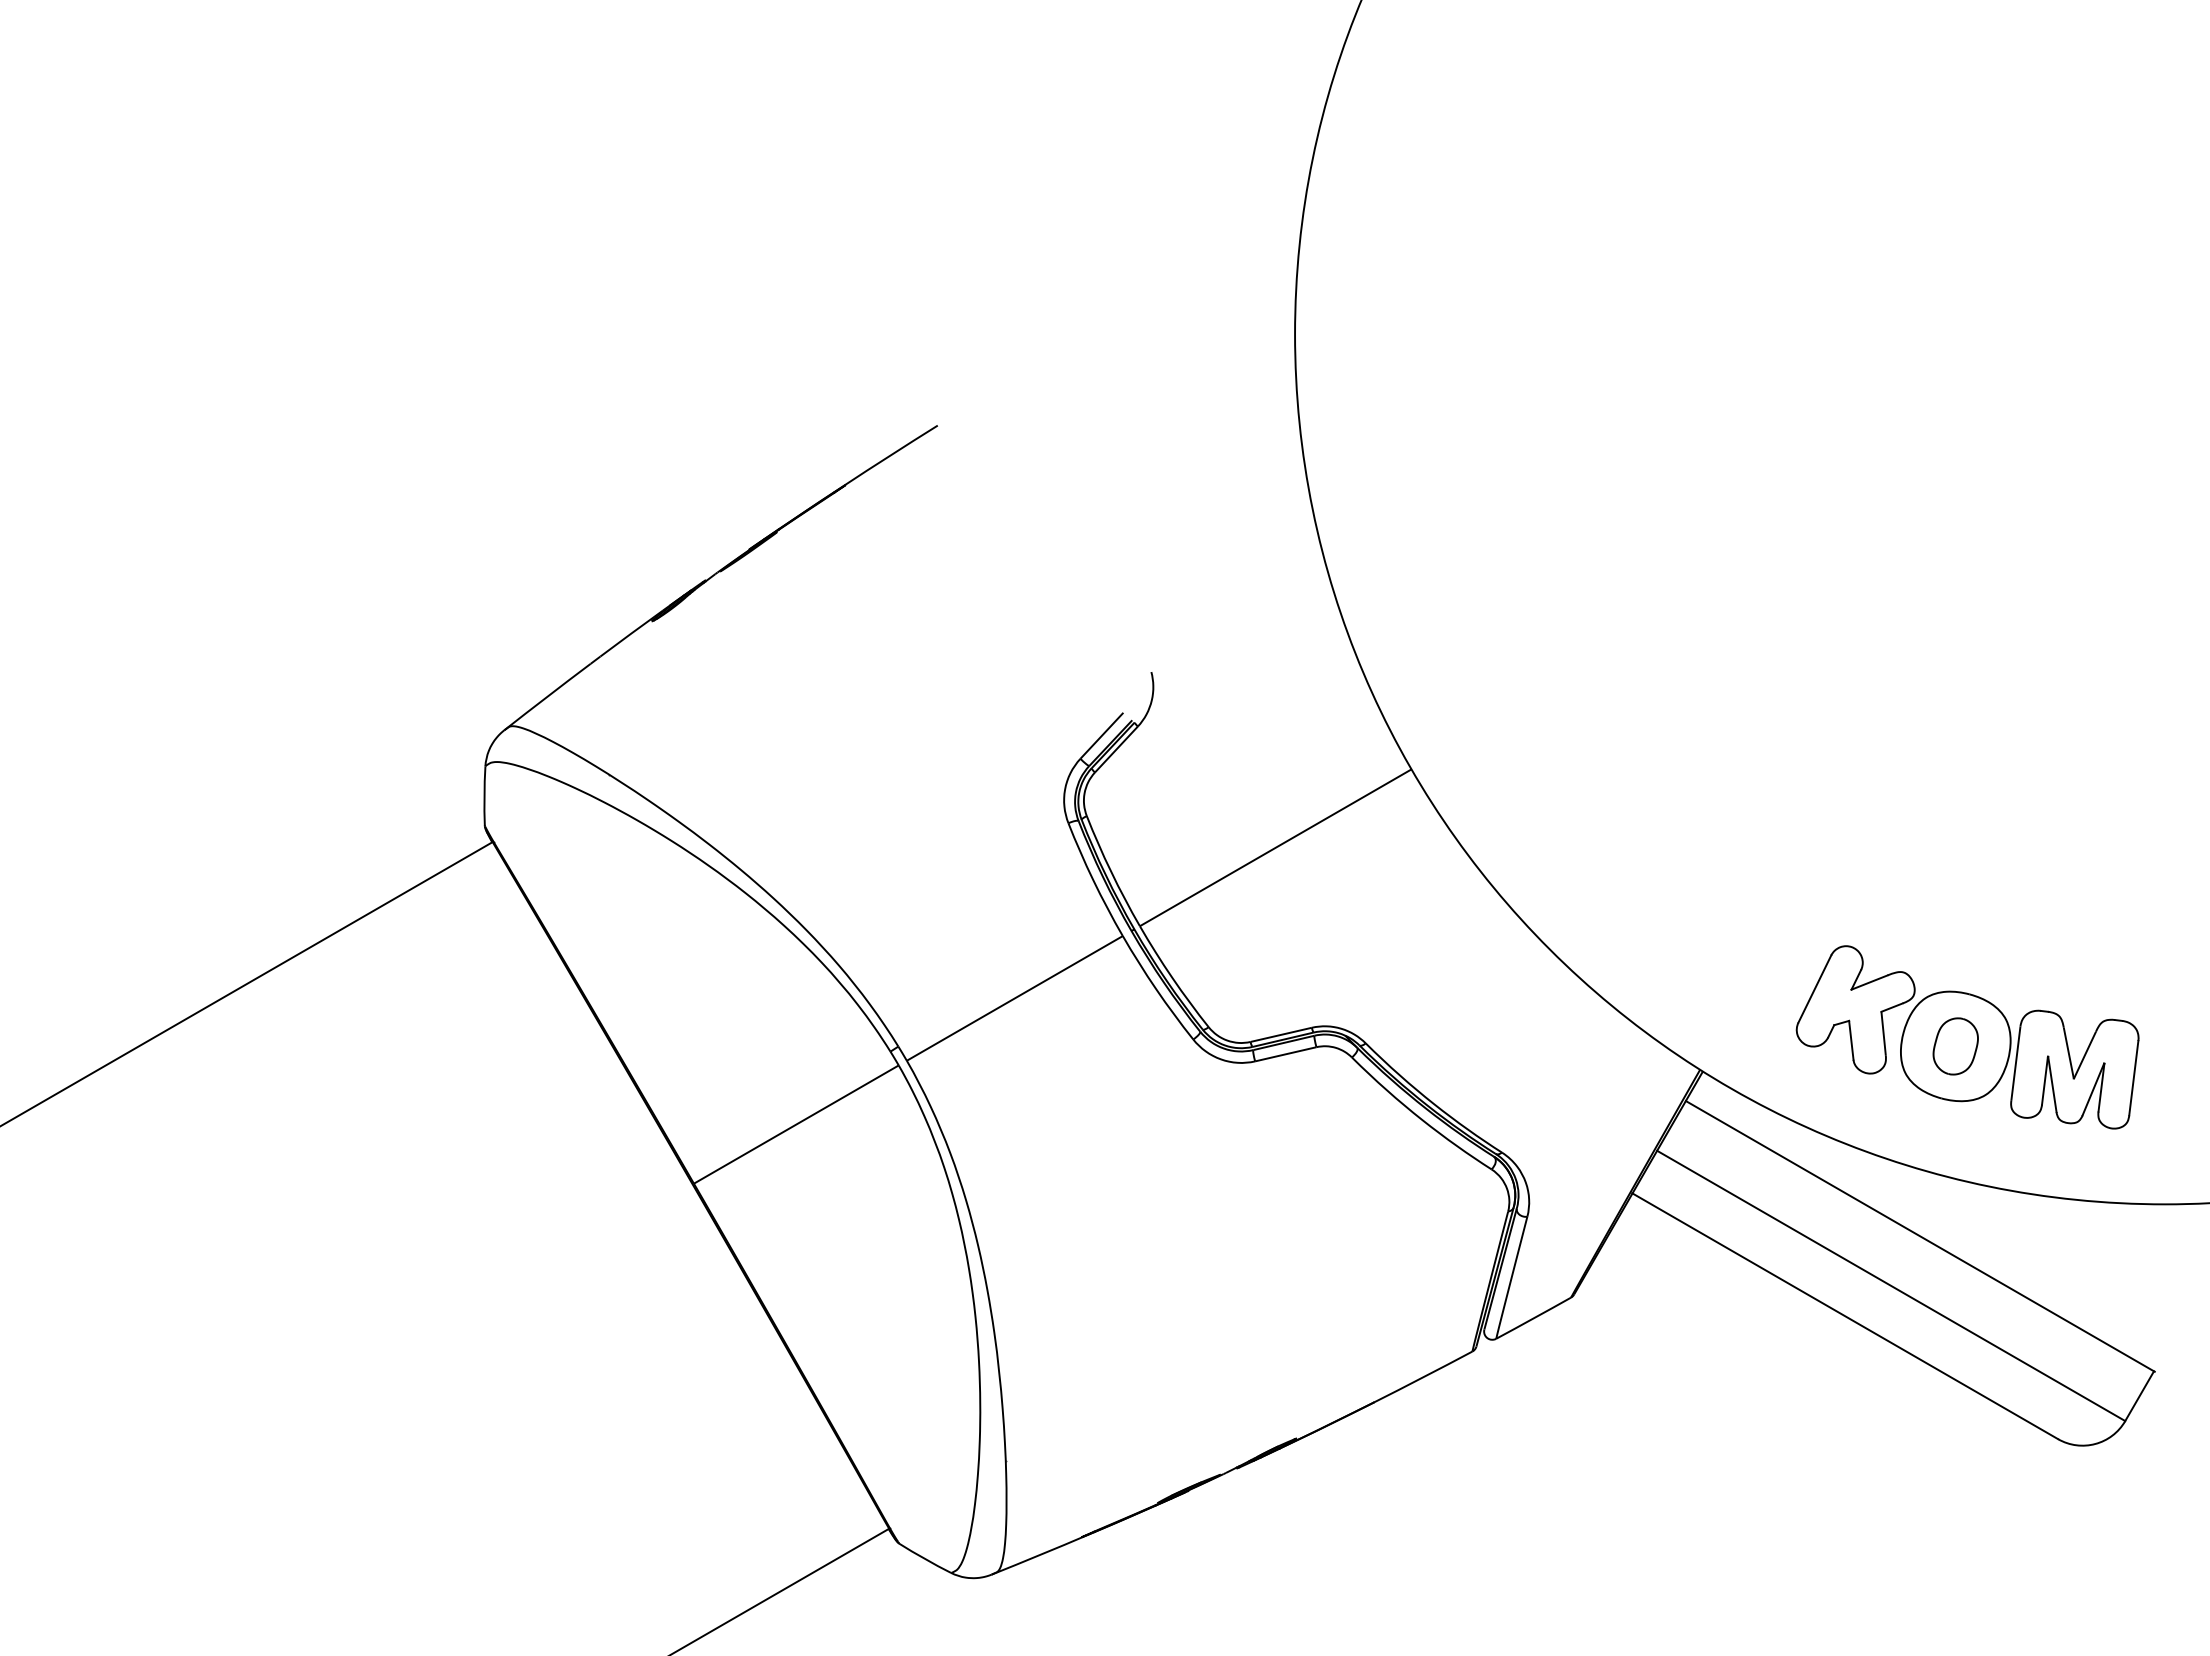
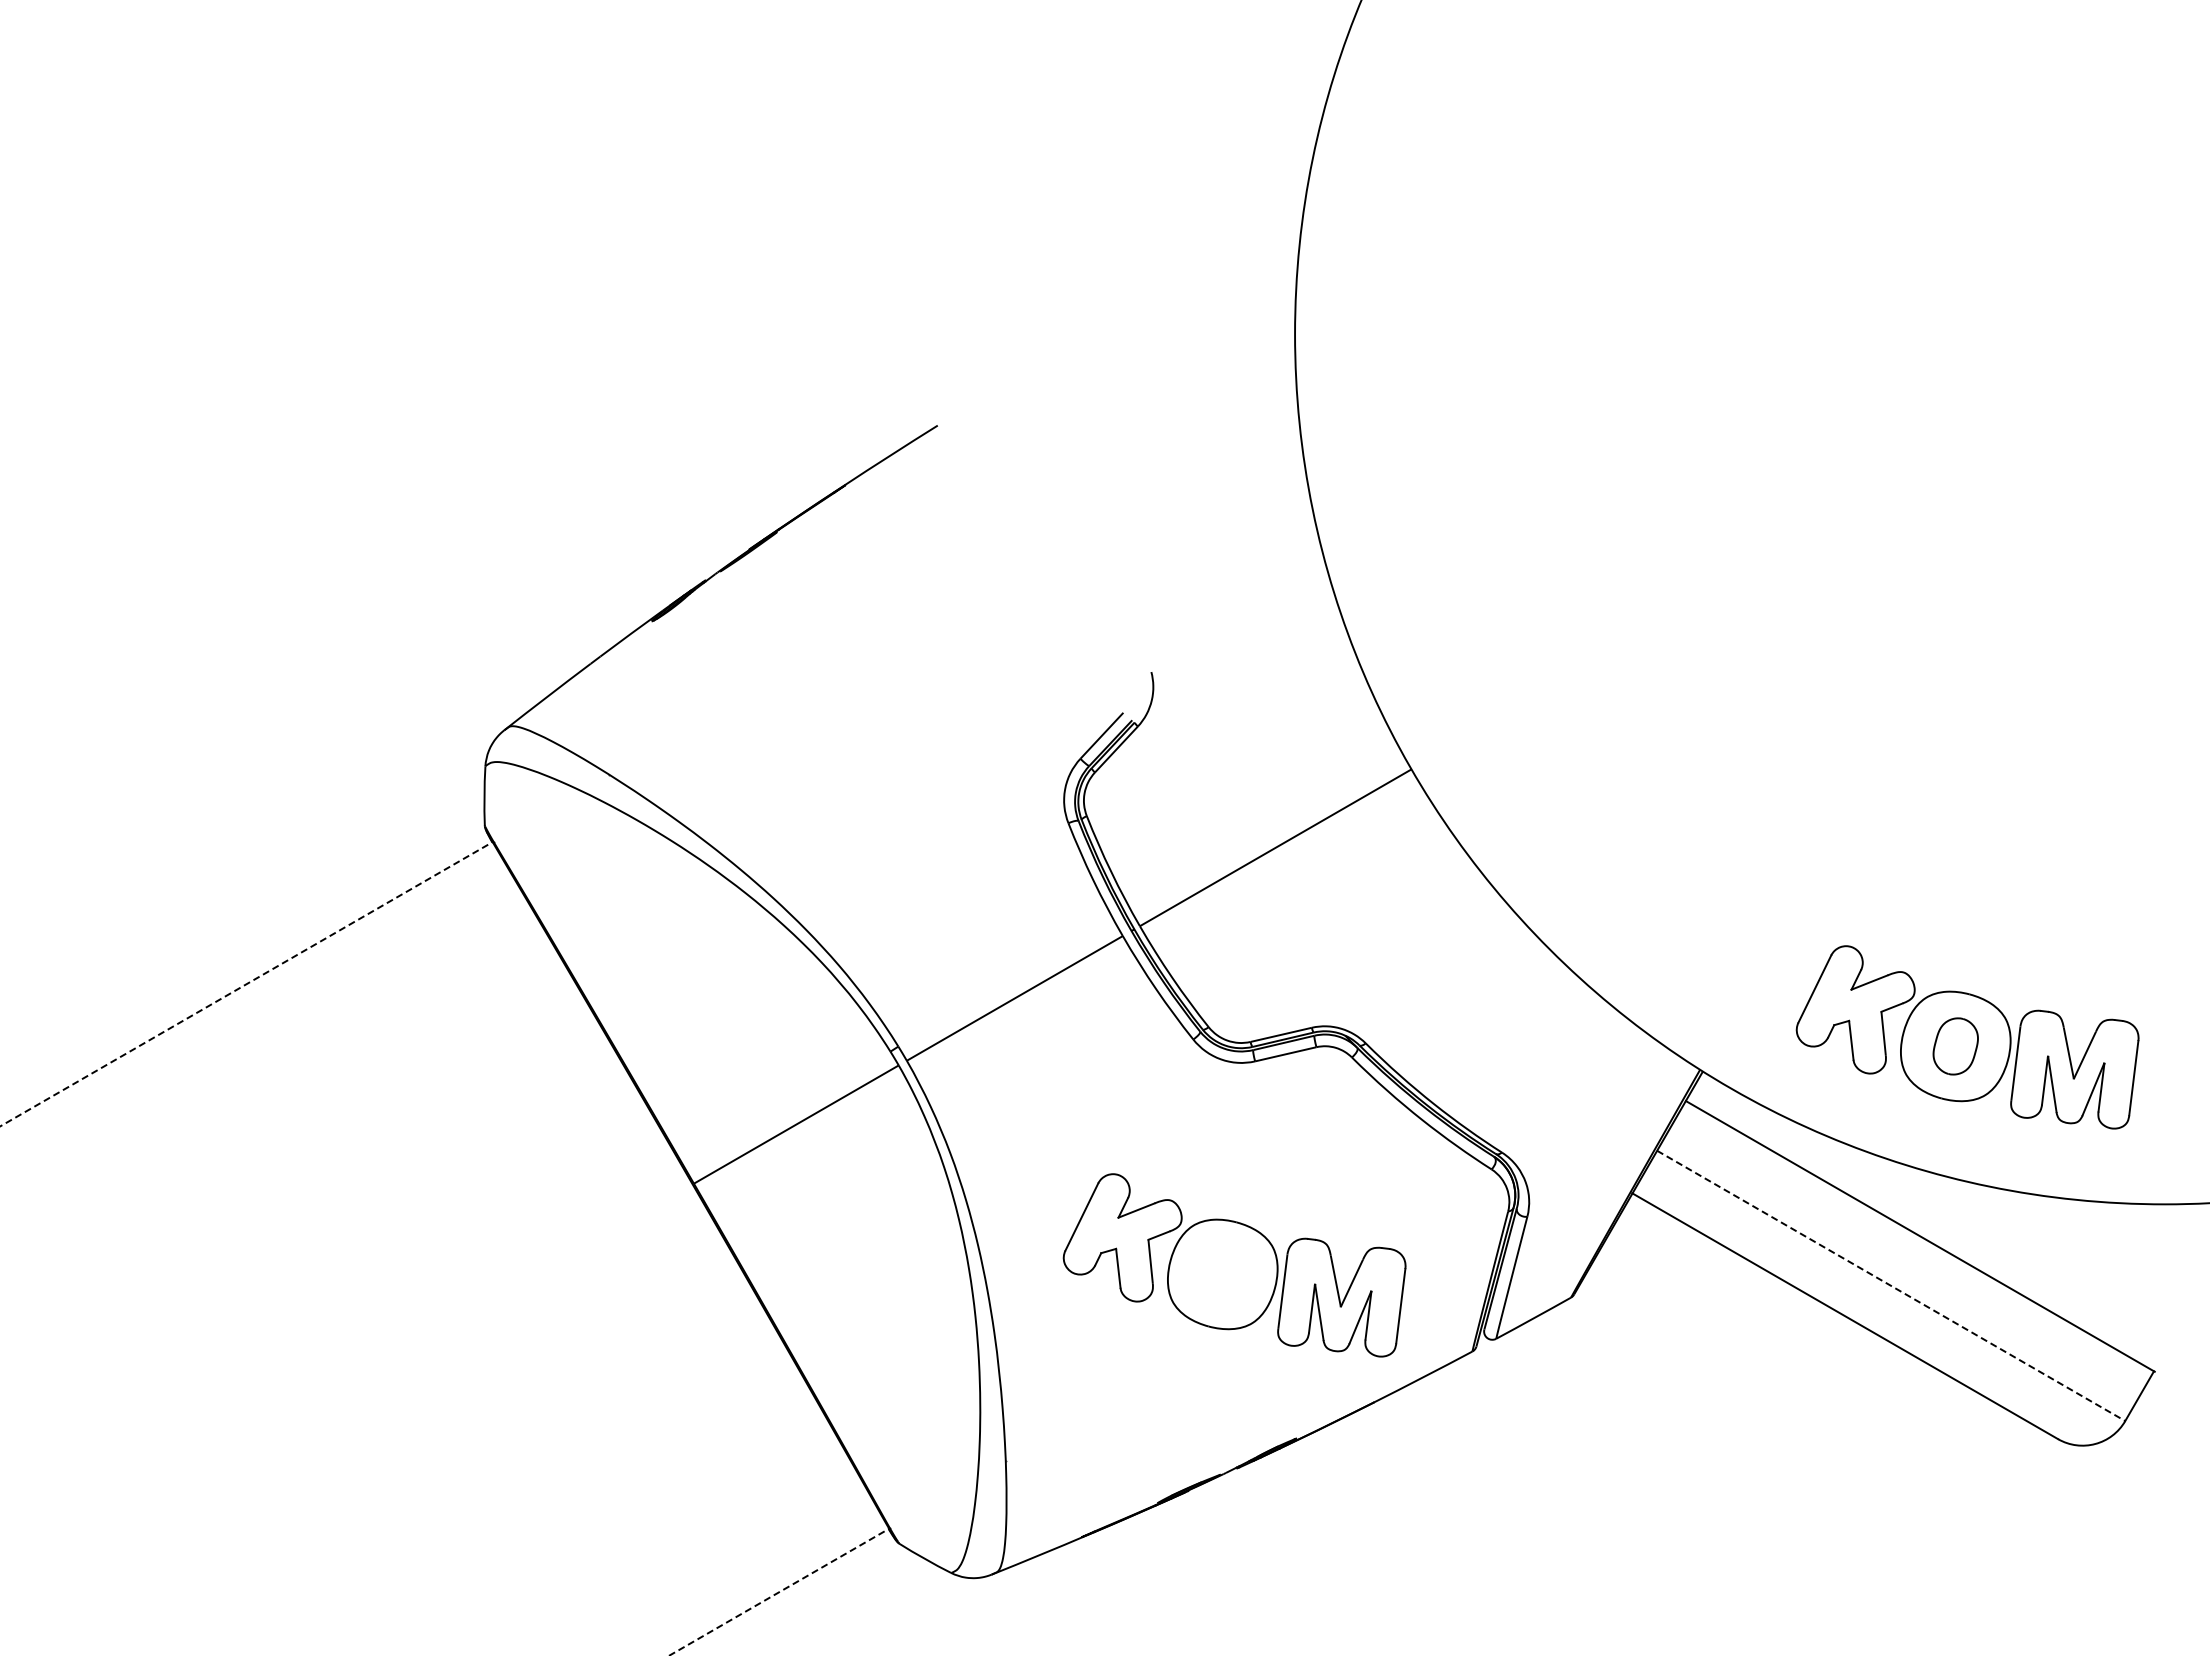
line at (246, 984): solid -> dashed
part at (1234, 1265): none -> present
line at (1891, 1286): solid -> dashed
line at (779, 1592): solid -> dashed
